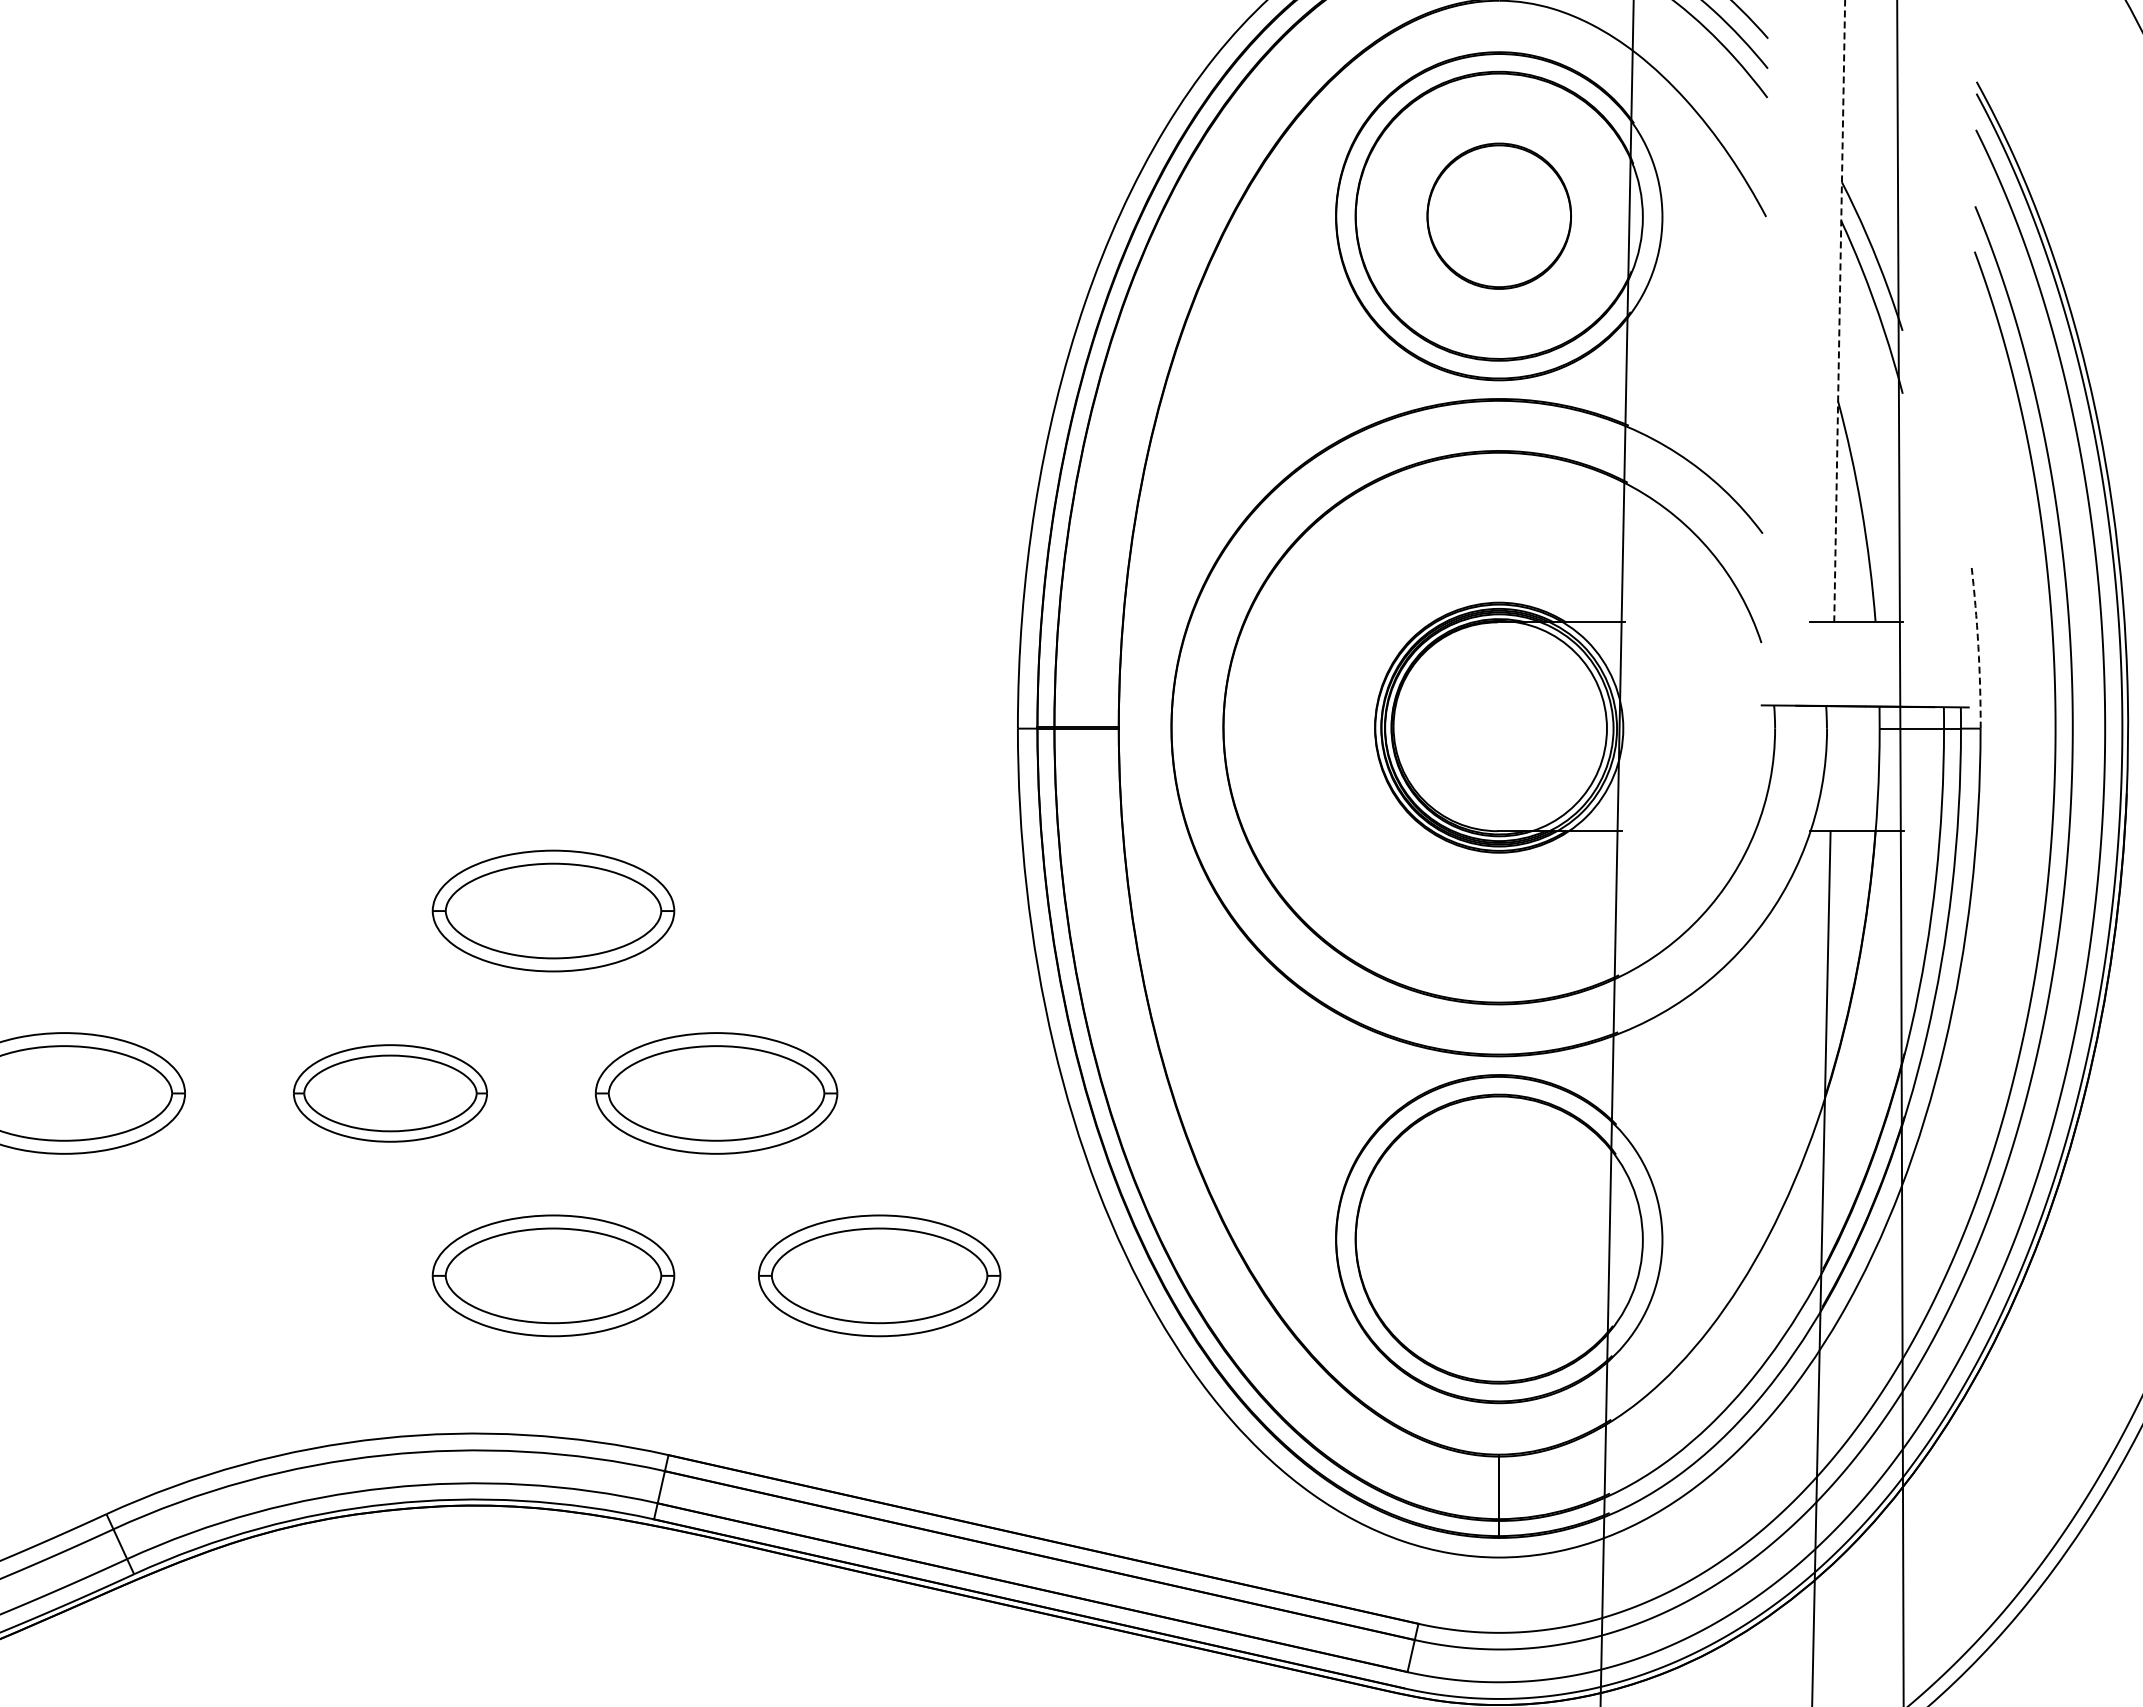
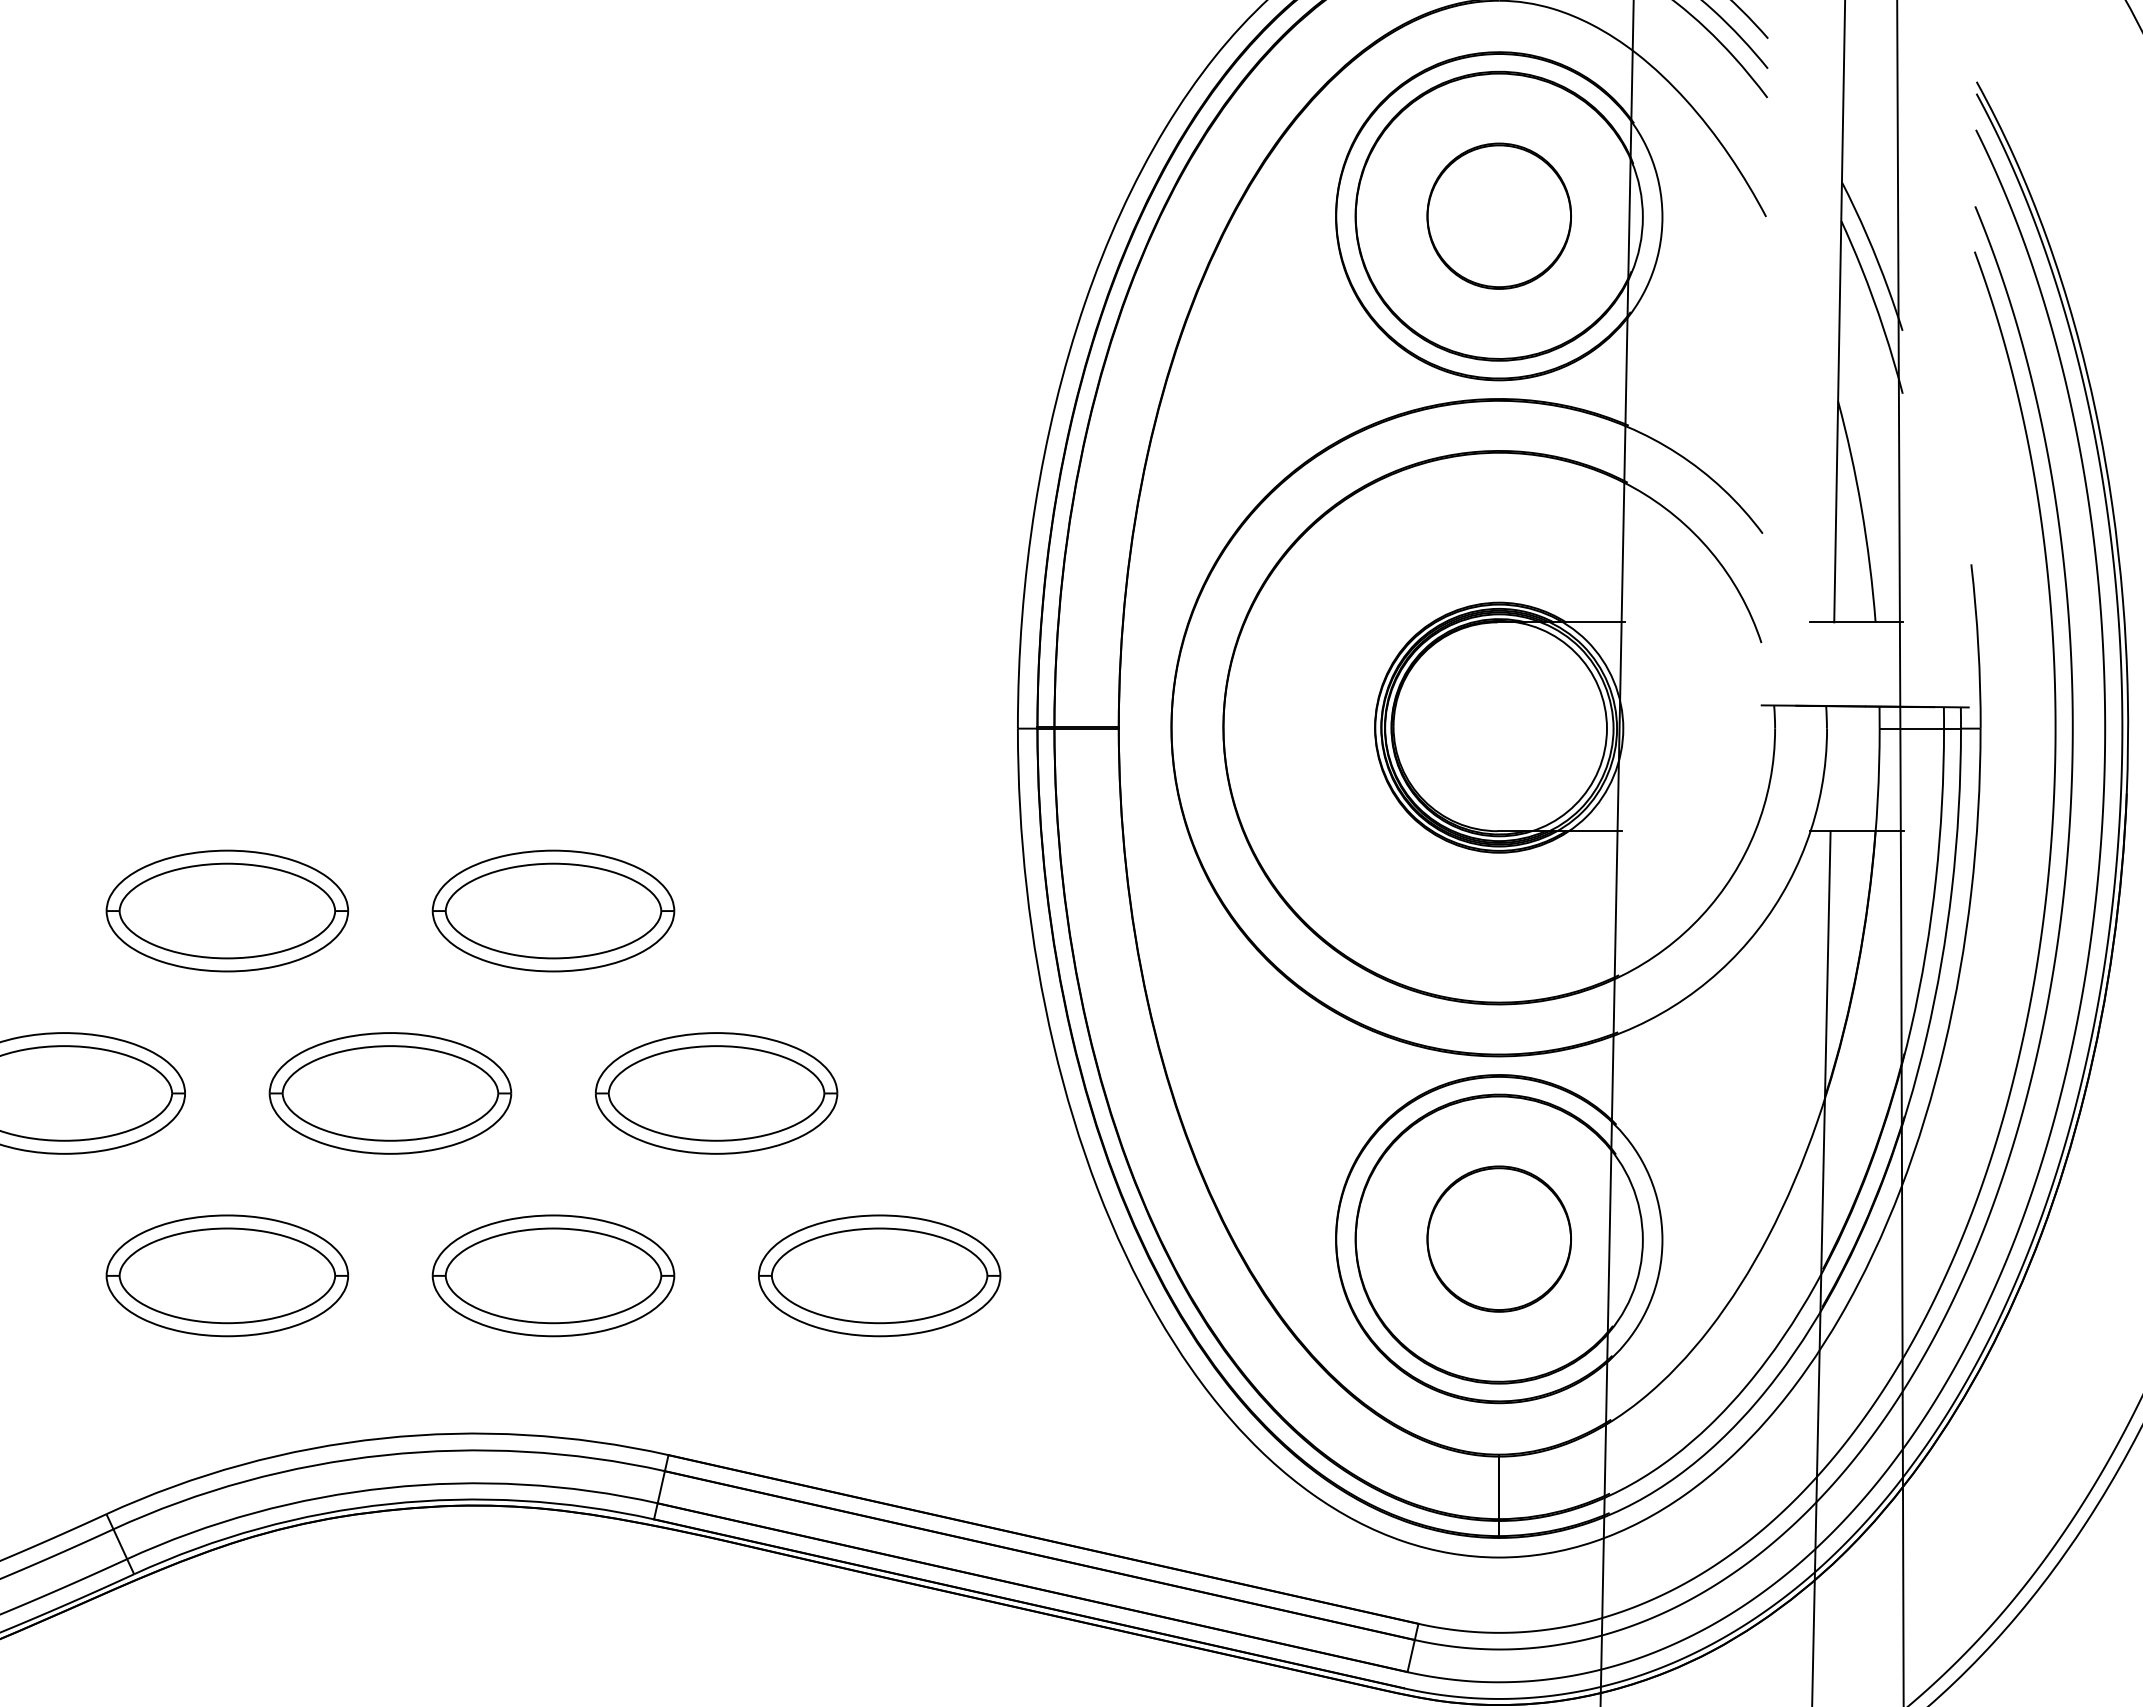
line at (1839, 311): dashed -> solid
arc at (1978, 646): dashed -> solid
part at (227, 910): none -> present
part at (390, 1093) size: 195x99 px -> 245x123 px
part at (1498, 1238): none -> present
part at (227, 1275): none -> present
